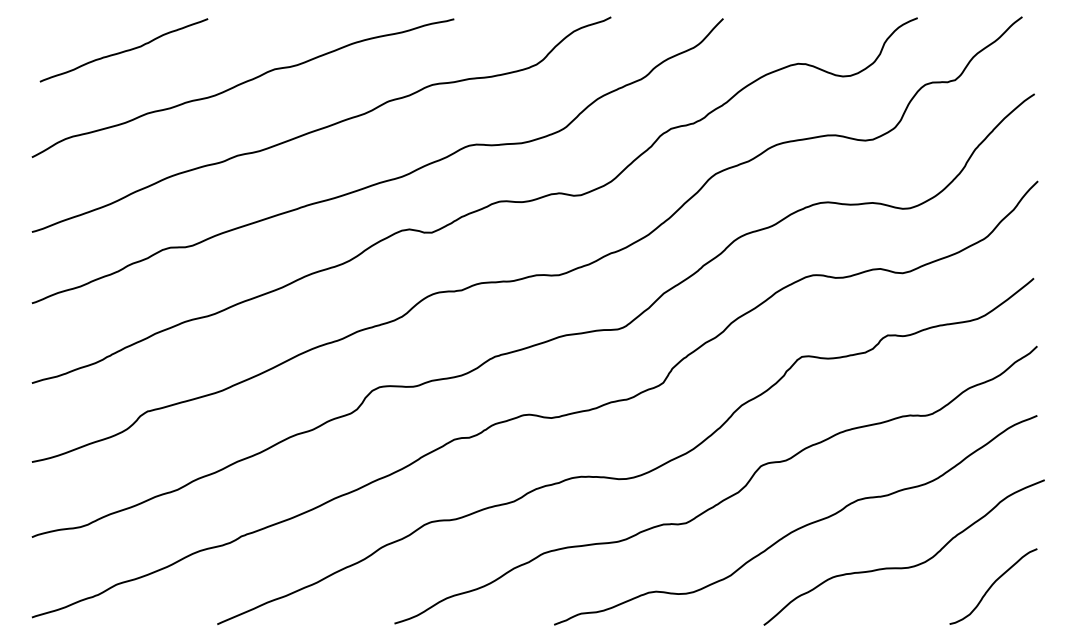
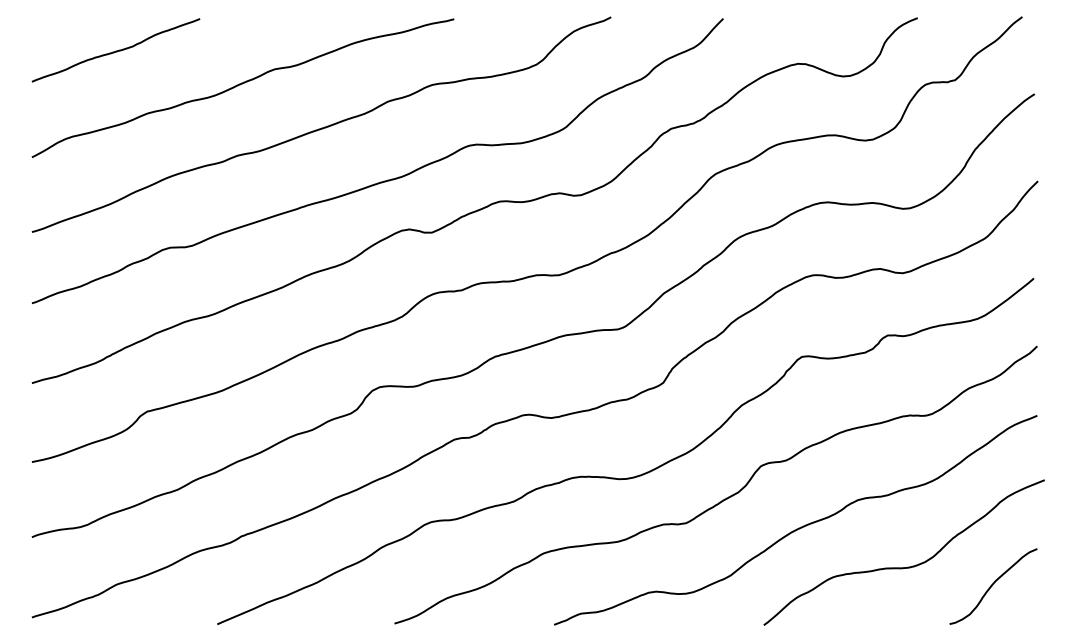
curve at (123, 50) position: (123, 50) -> (115, 50)
